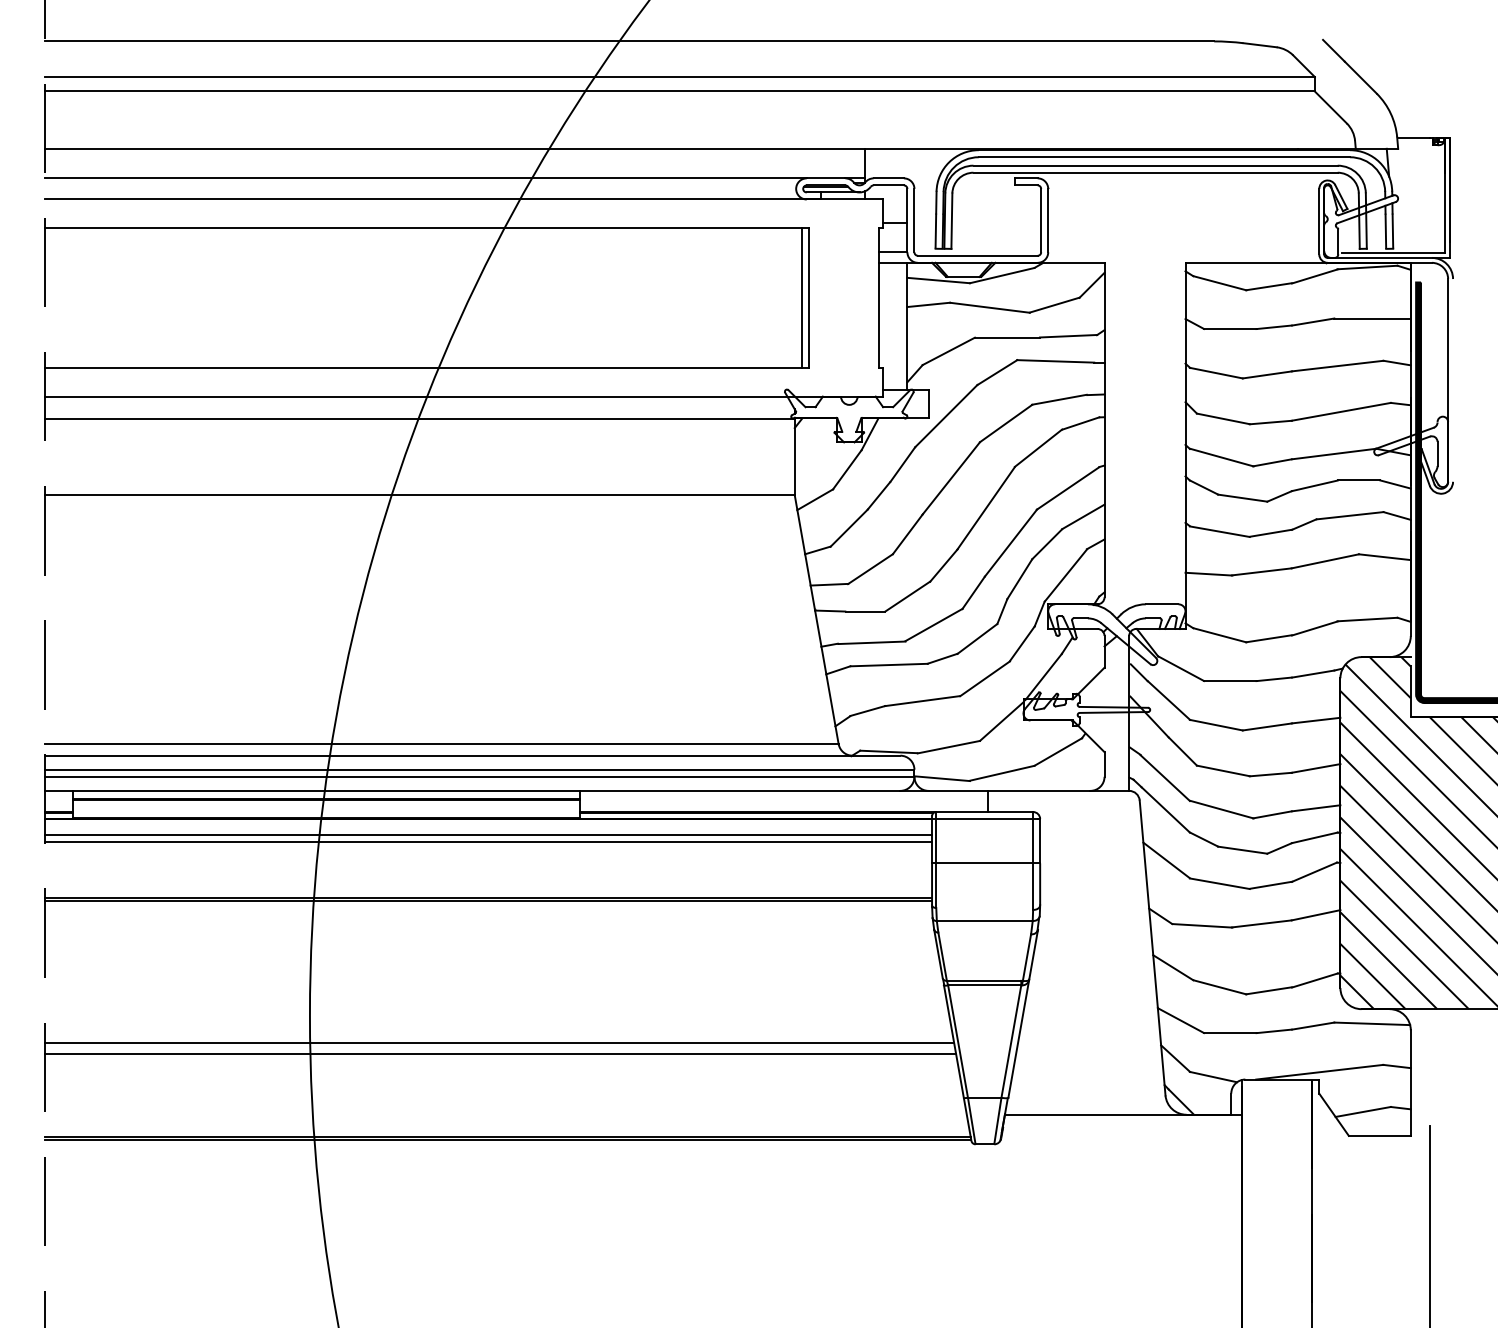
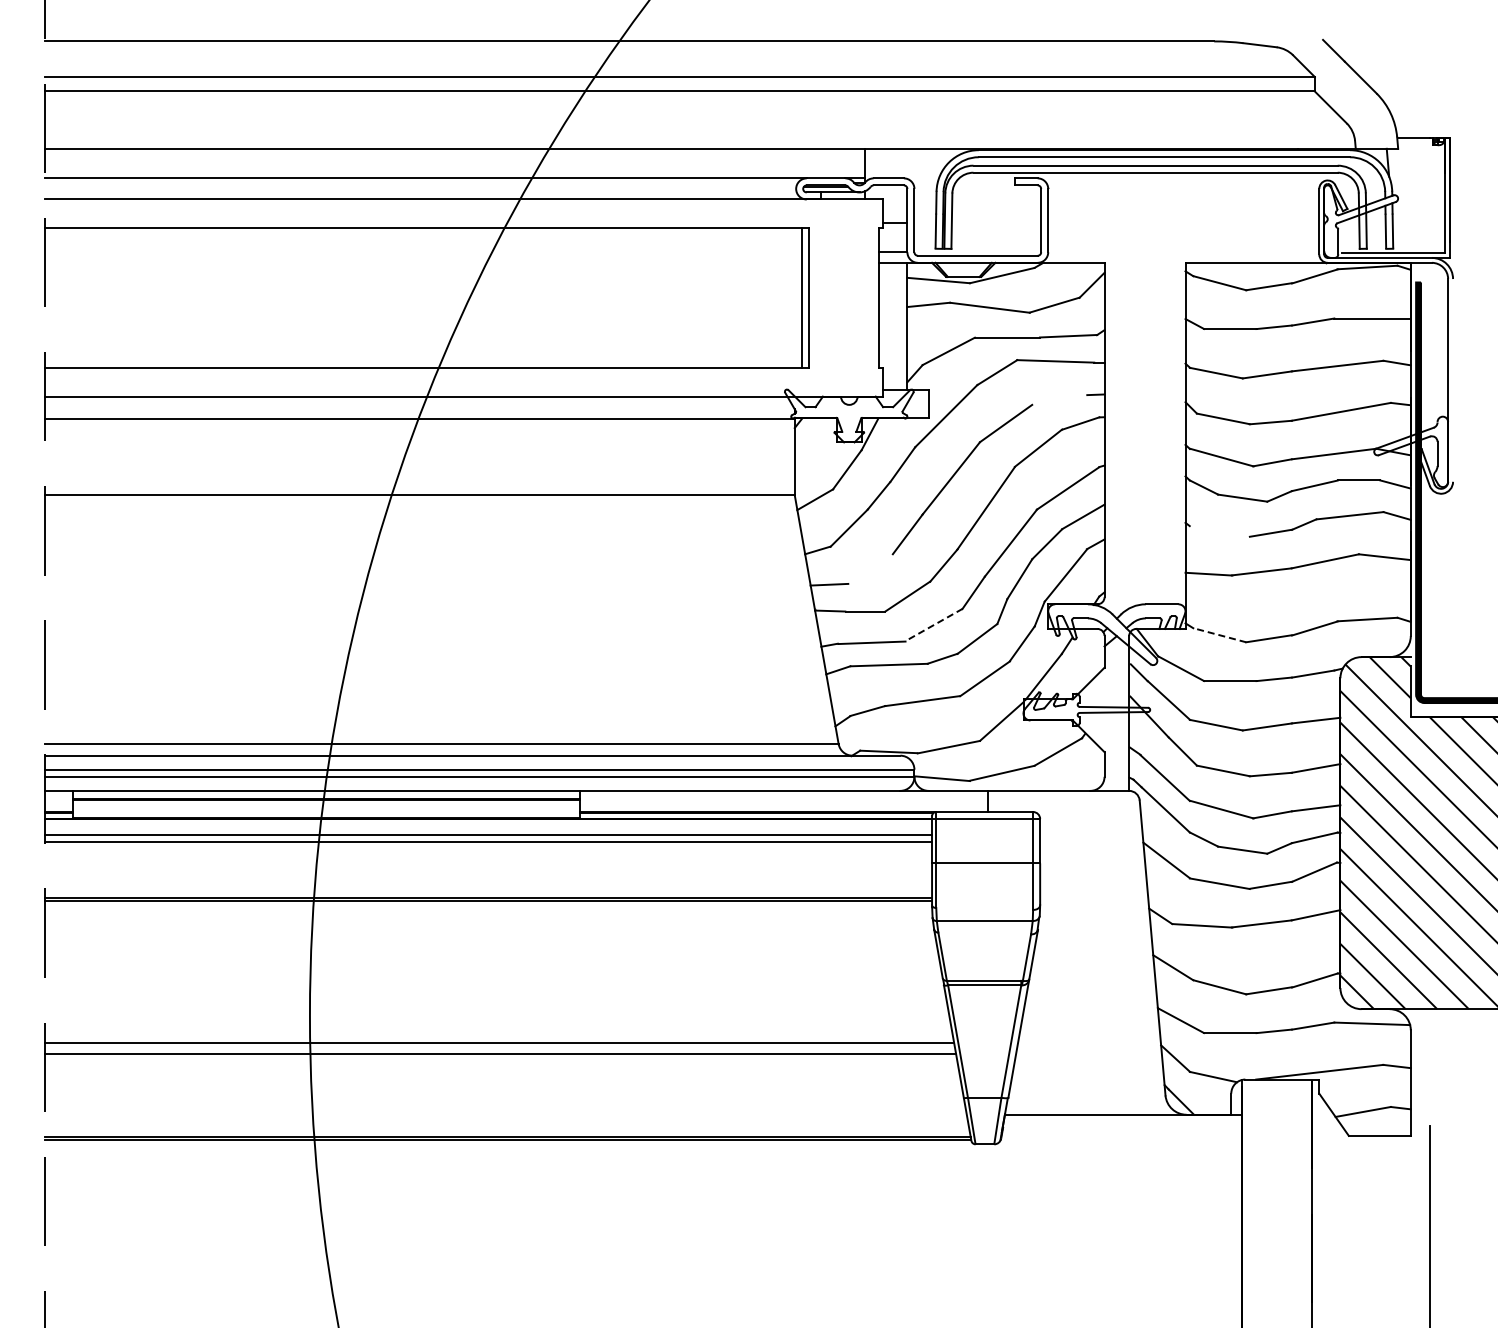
line at (1059, 399): present -> none
line at (1219, 531): present -> none
line at (870, 569): present -> none
line at (934, 624): solid -> dashed
line at (1219, 635): solid -> dashed
